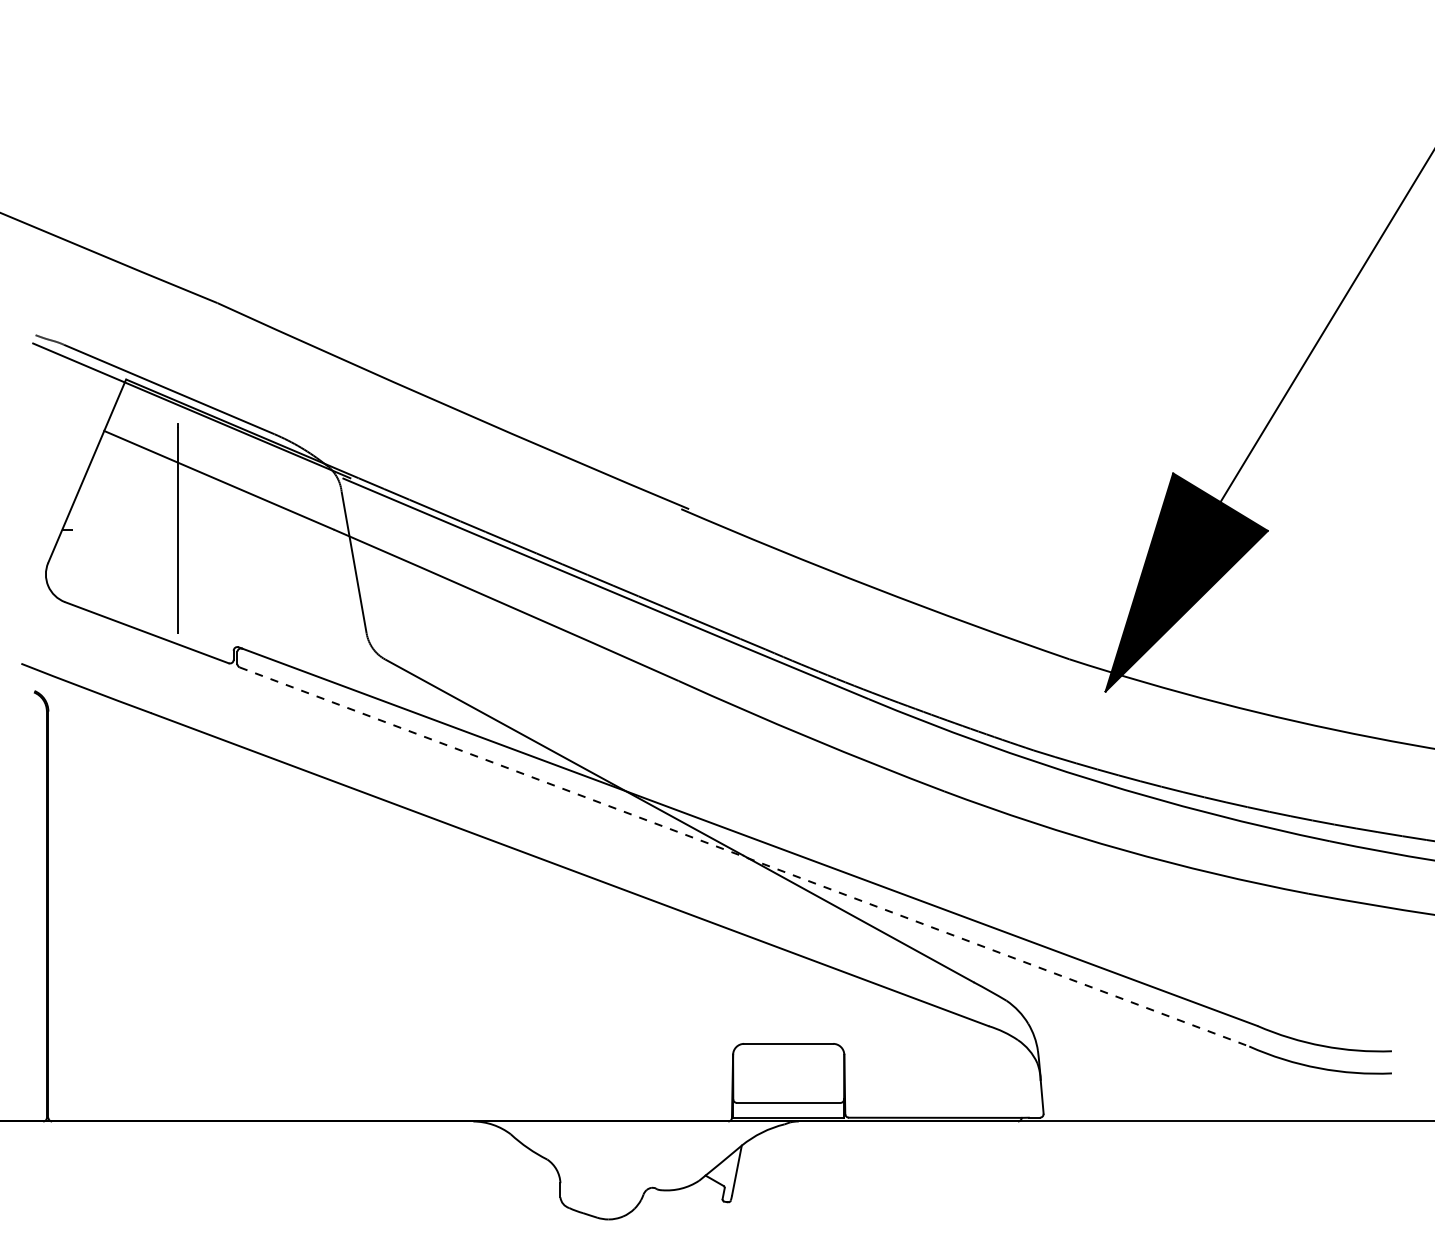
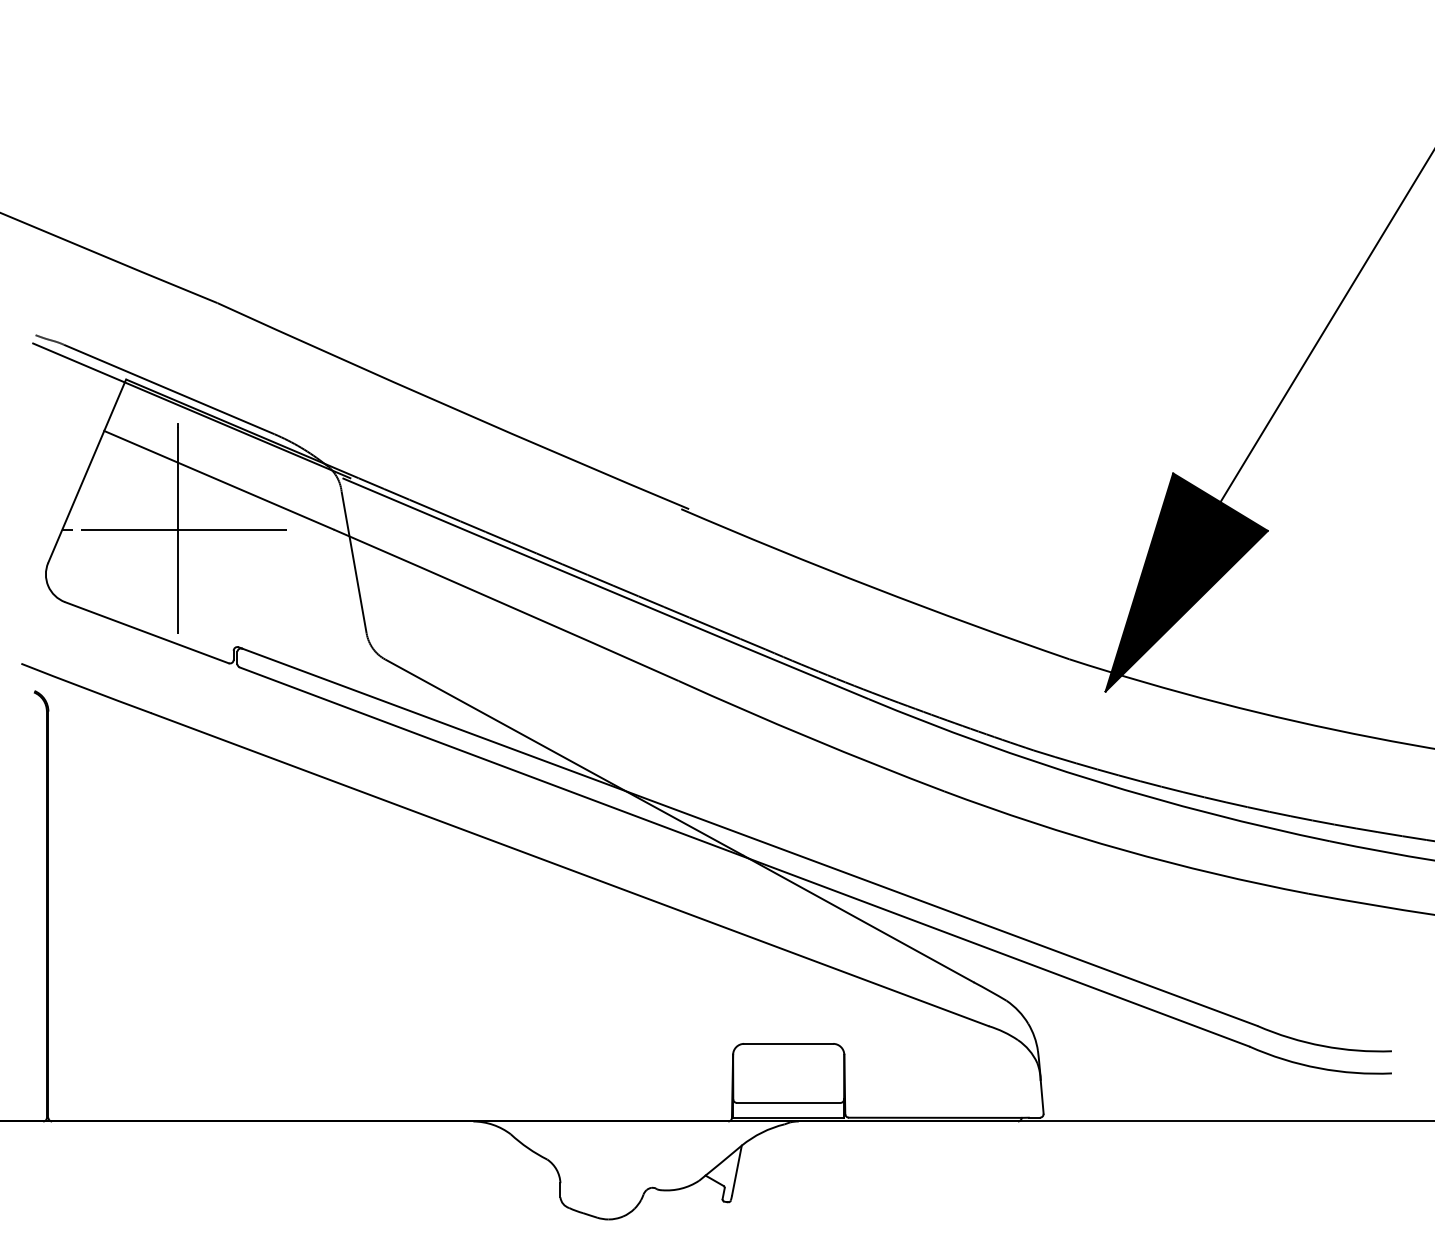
line at (183, 530): none -> present
line at (744, 857): dashed -> solid
